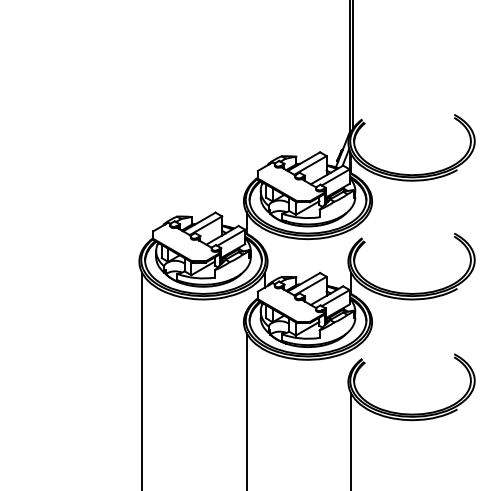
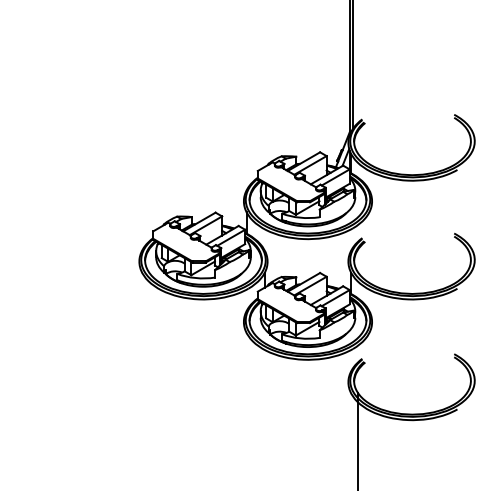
line at (142, 379): present -> none
line at (246, 410): present -> none
line at (351, 440) position: (351, 440) -> (358, 440)
